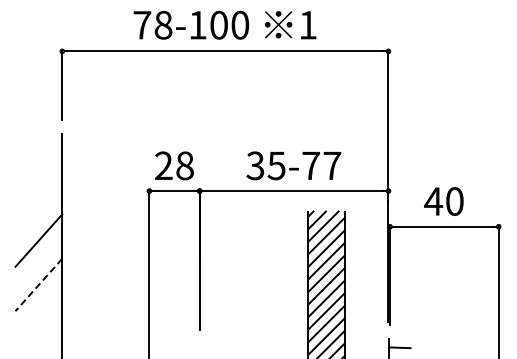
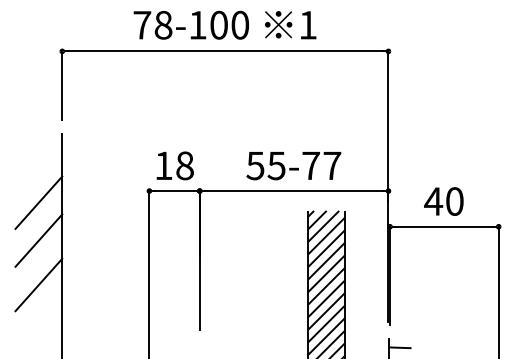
text at (163, 165): 28 -> 18
text at (255, 165): 35-77 -> 55-77
line at (38, 202): none -> present
line at (38, 285): dashed -> solid
